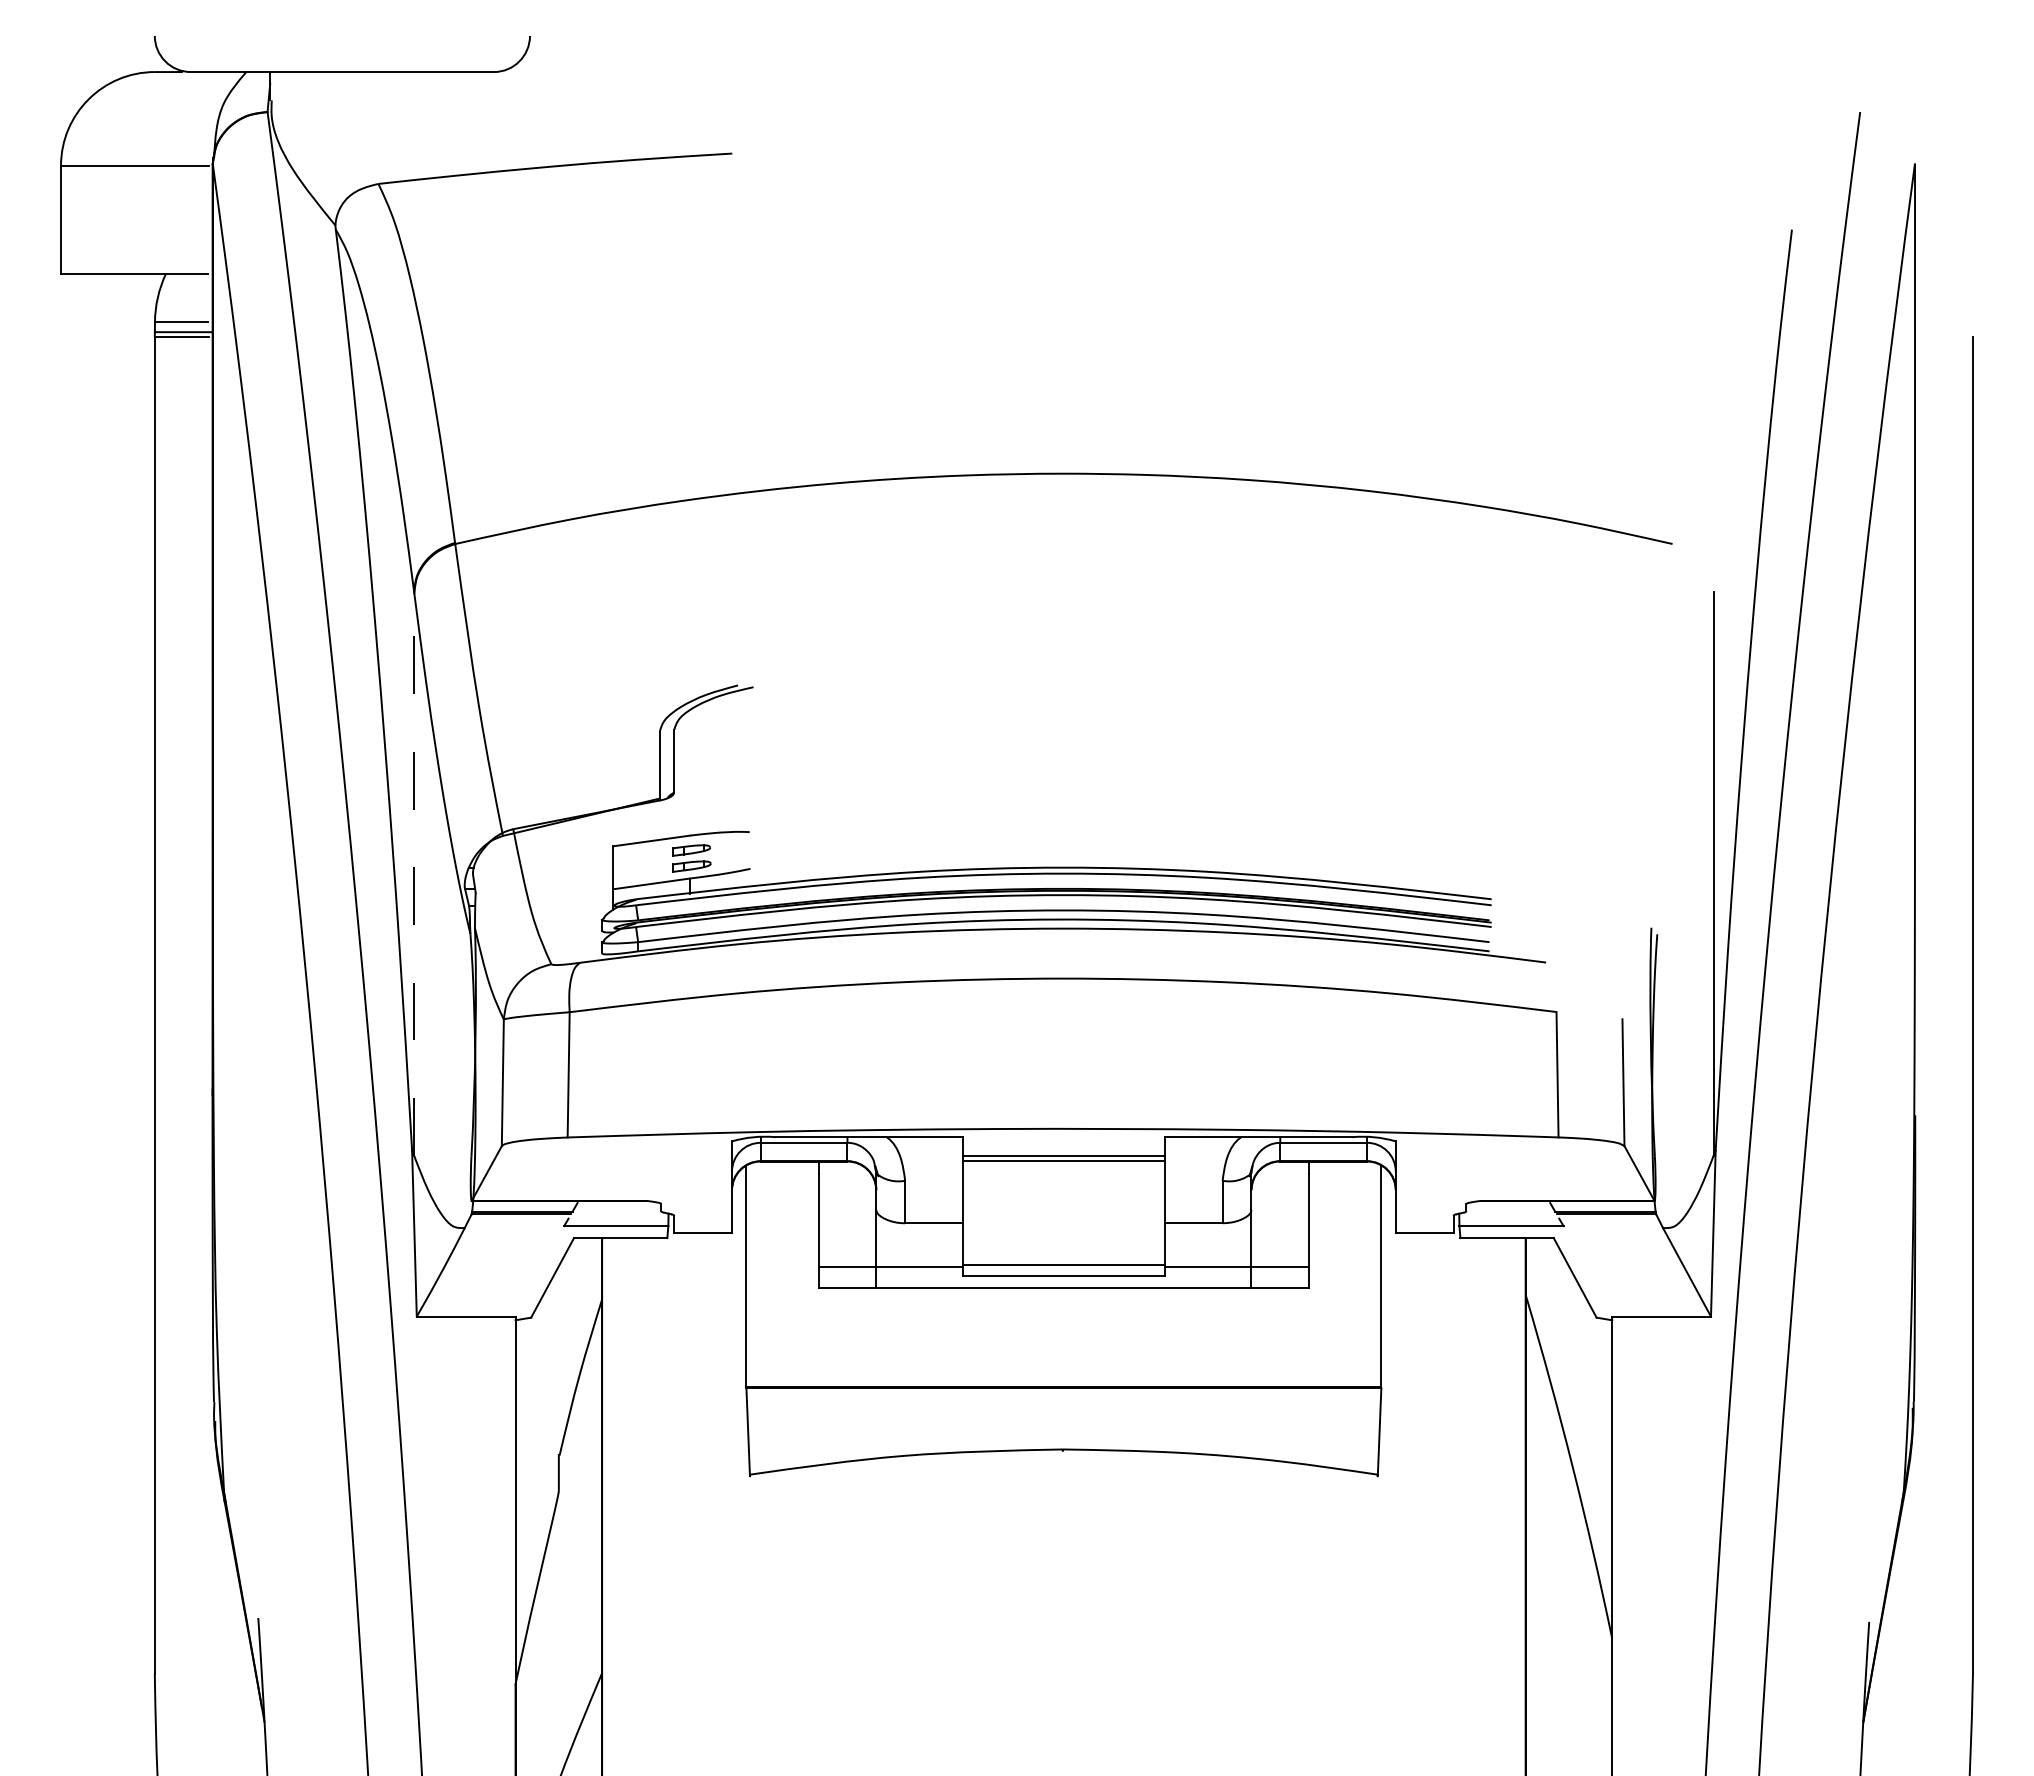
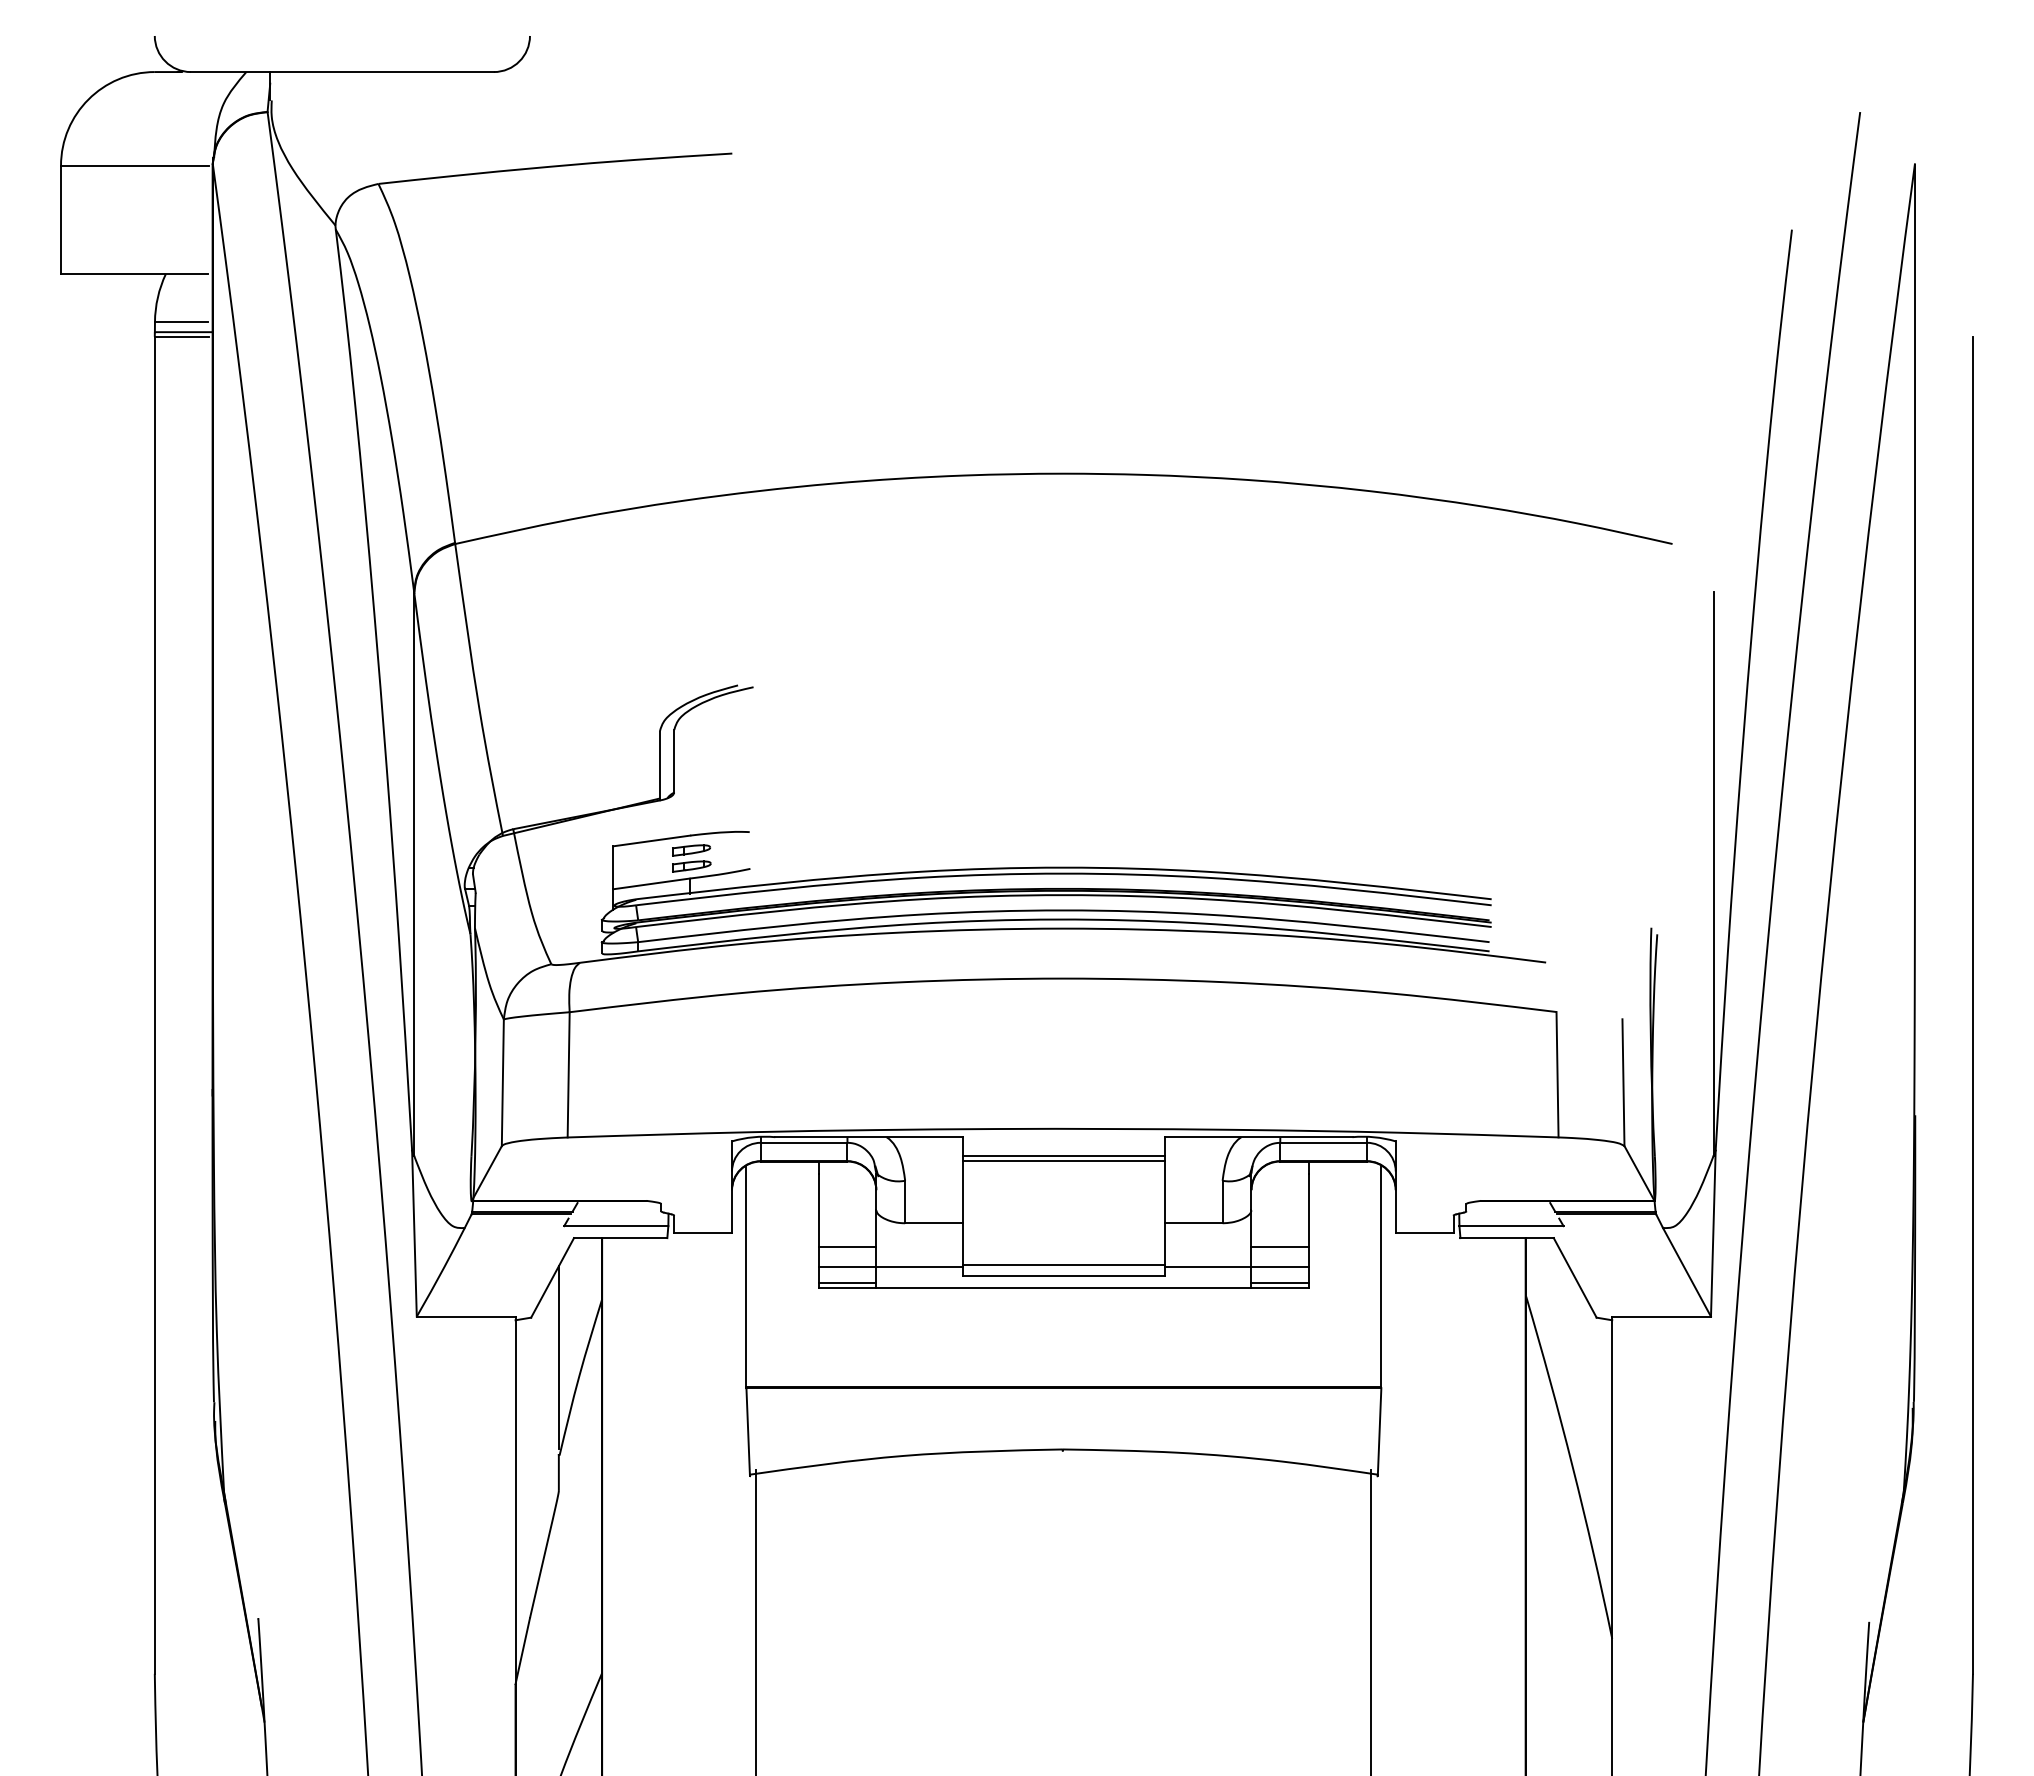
line at (414, 873): dashed -> solid
line at (847, 1247): none -> present
line at (1280, 1247): none -> present
line at (847, 1283): none -> present
line at (1280, 1283): none -> present
line at (558, 1357): none -> present
line at (756, 1621): none -> present
line at (1371, 1621): none -> present
